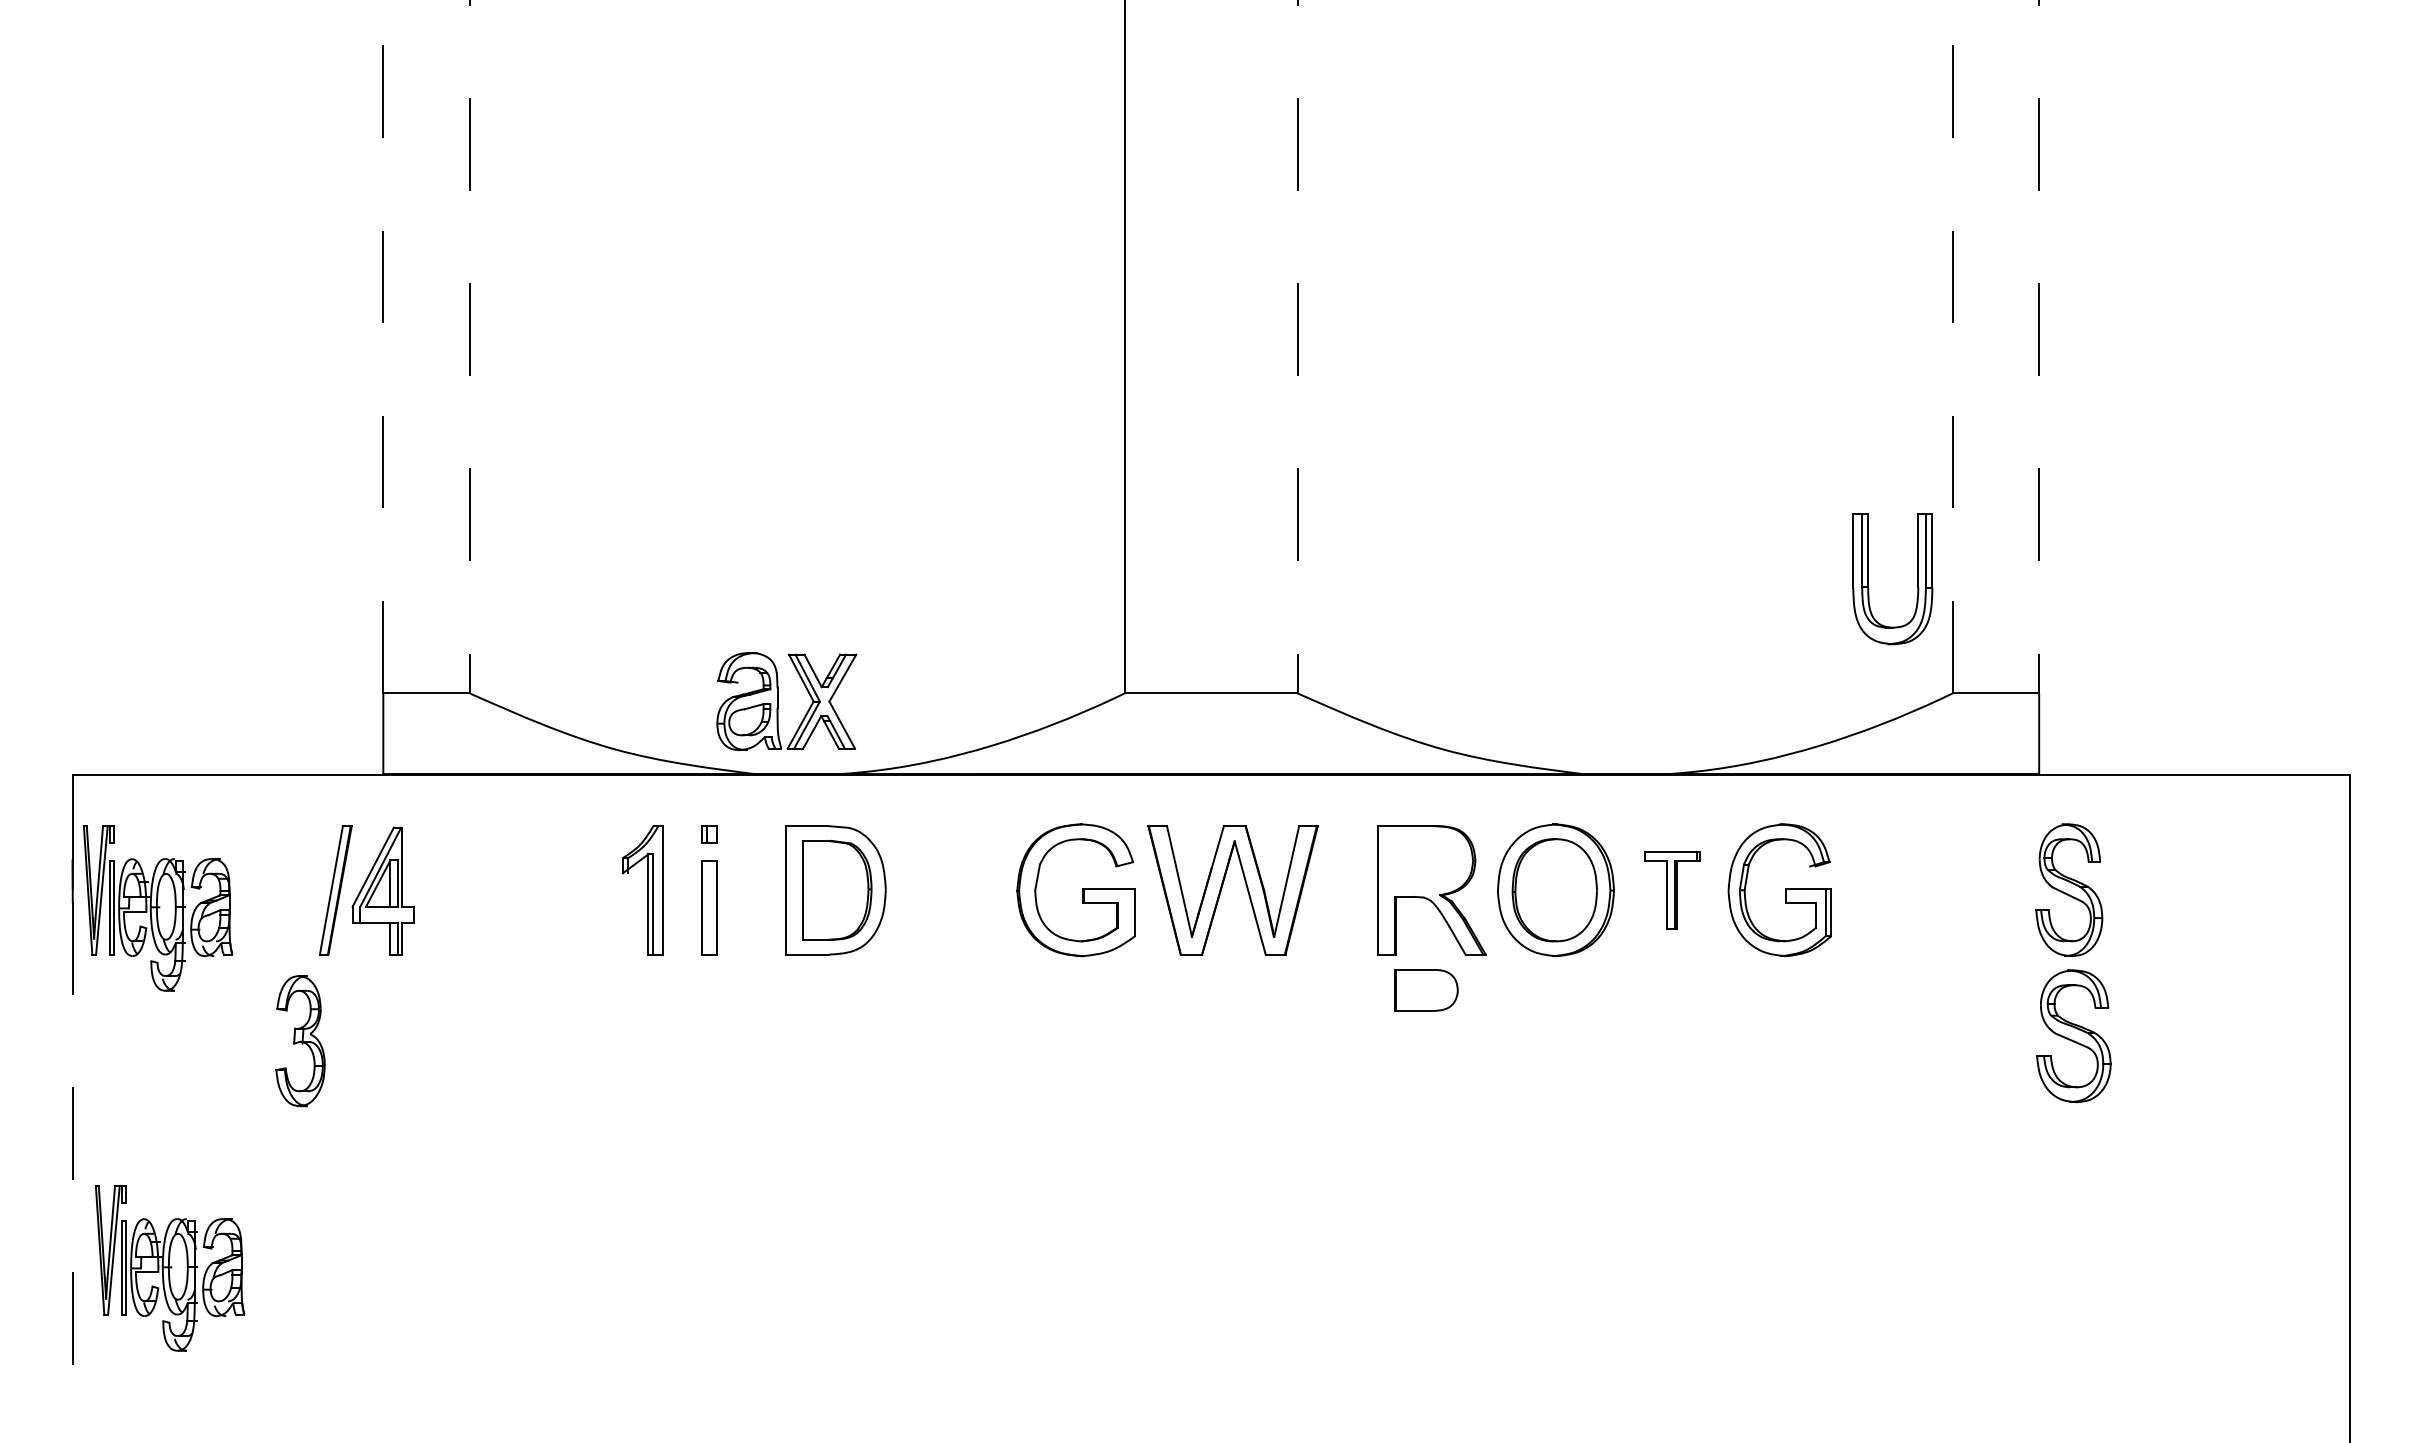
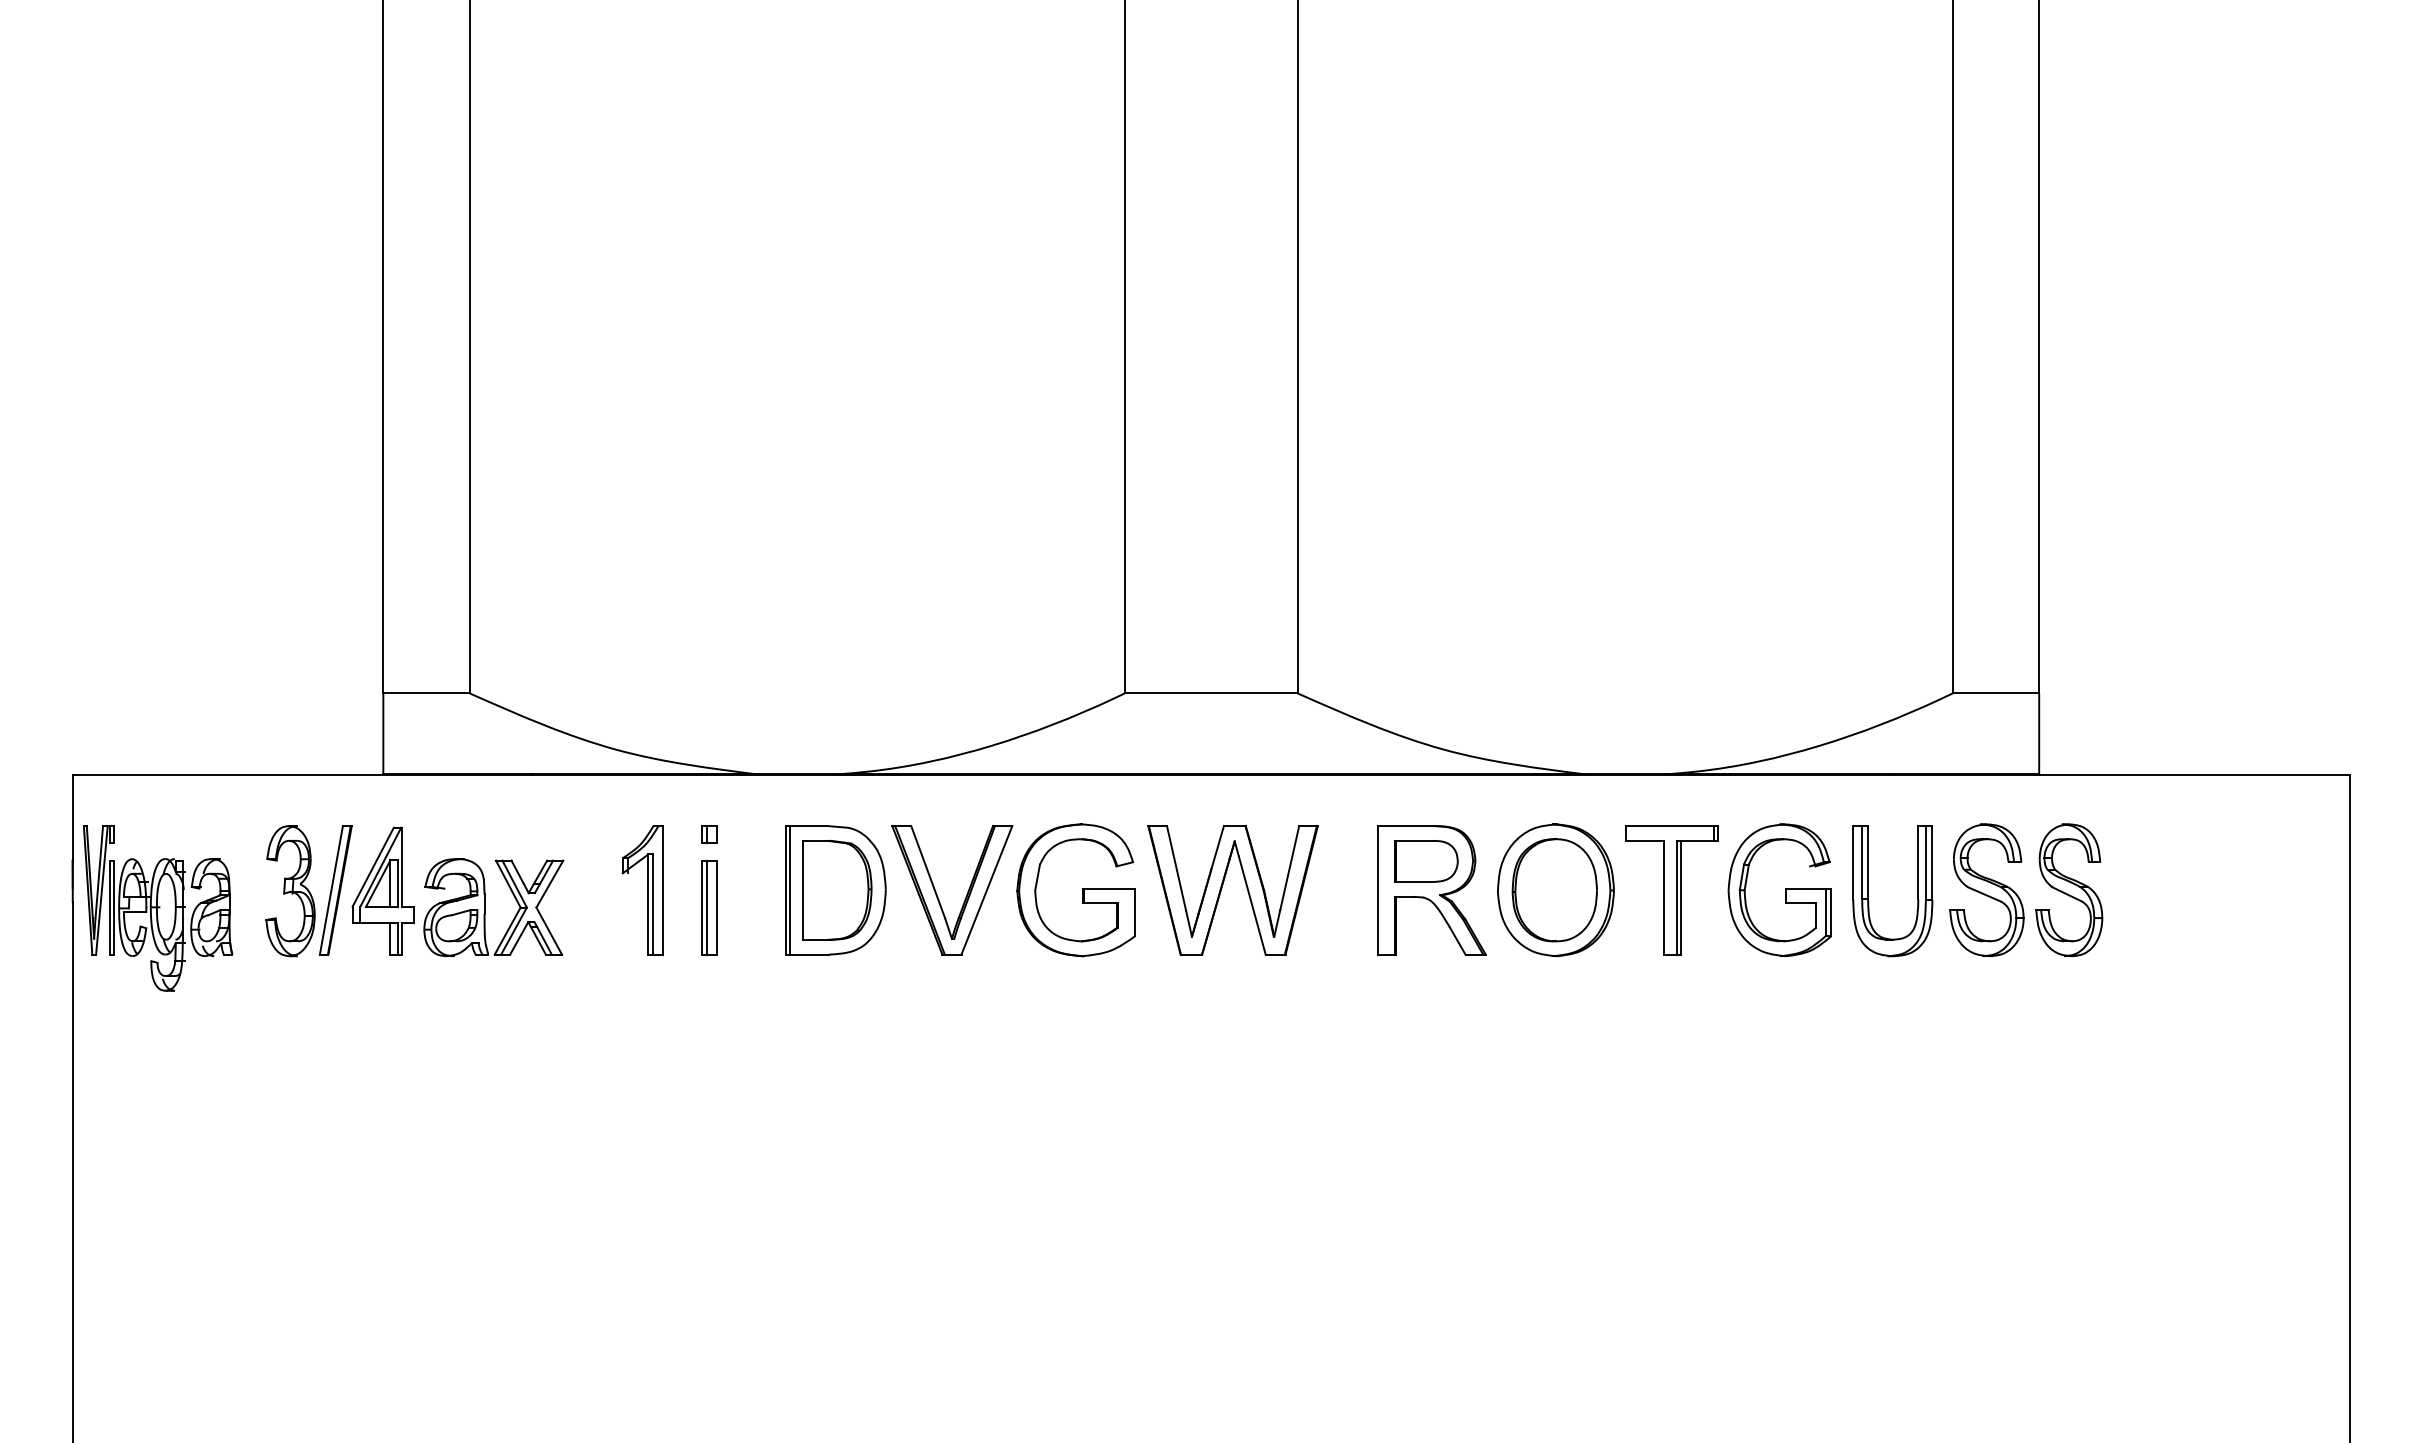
line at (383, 346): dashed -> solid
line at (1952, 346): dashed -> solid
line at (469, 347): dashed -> solid
line at (1297, 347): dashed -> solid
line at (2039, 347): dashed -> solid
part at (1868, 579) position: (1868, 579) -> (1868, 891)
part at (778, 701) position: (778, 701) -> (485, 907)
line at (790, 890): none -> present
part at (1672, 890) size: 57x79 px -> 94x131 px
part at (965, 896): none -> present
line at (706, 907): none -> present
part at (1426, 990) position: (1426, 990) -> (1426, 861)
part at (2073, 1036) position: (2073, 1036) -> (1986, 890)
part at (300, 1041) position: (300, 1041) -> (290, 891)
line at (72, 1172): dashed -> solid
part at (170, 1268): present -> none
